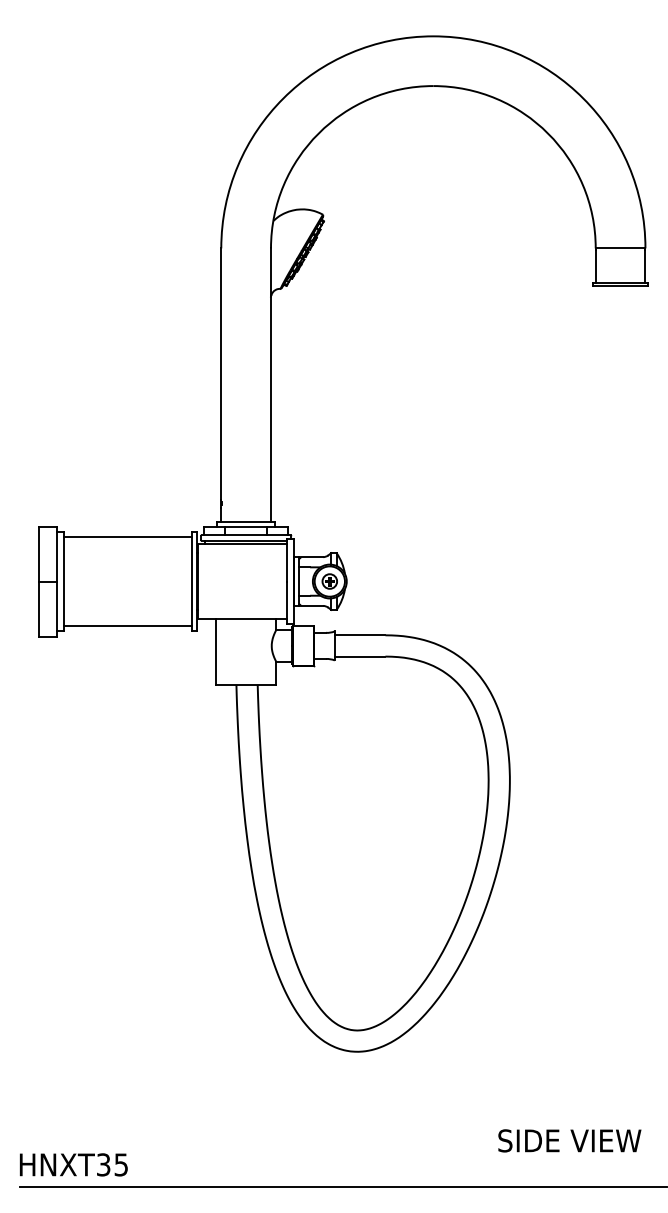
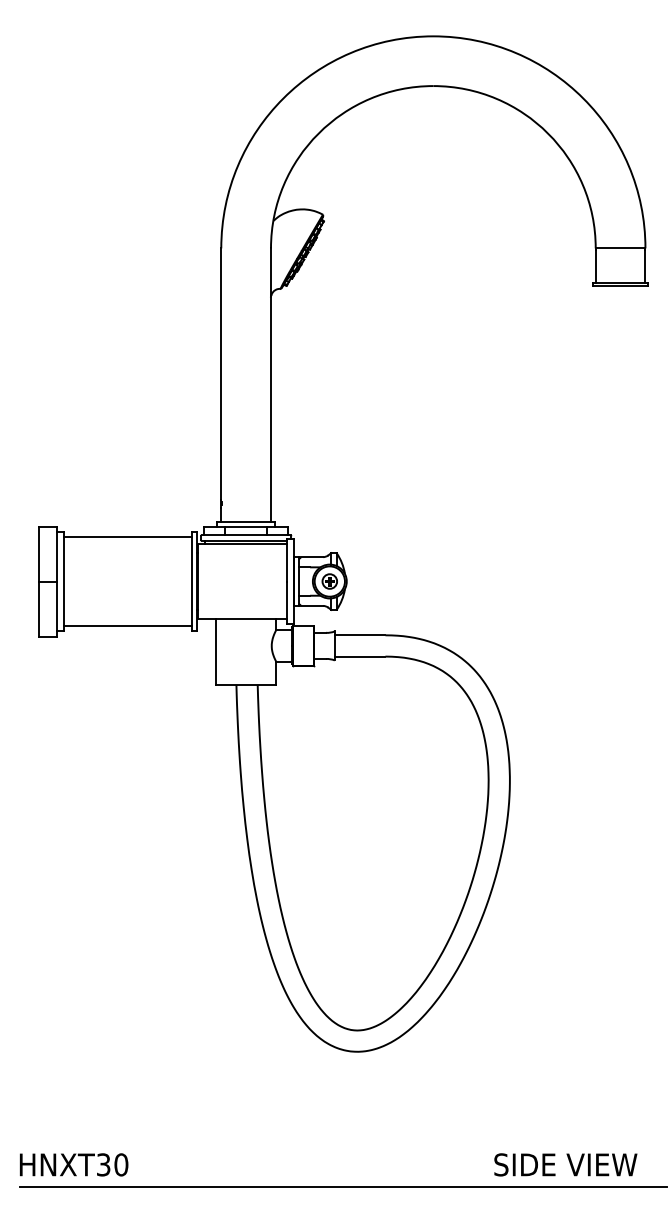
text at (569, 1140) position: (569, 1140) -> (565, 1164)
text at (121, 1164): HNXT35 -> HNXT30
